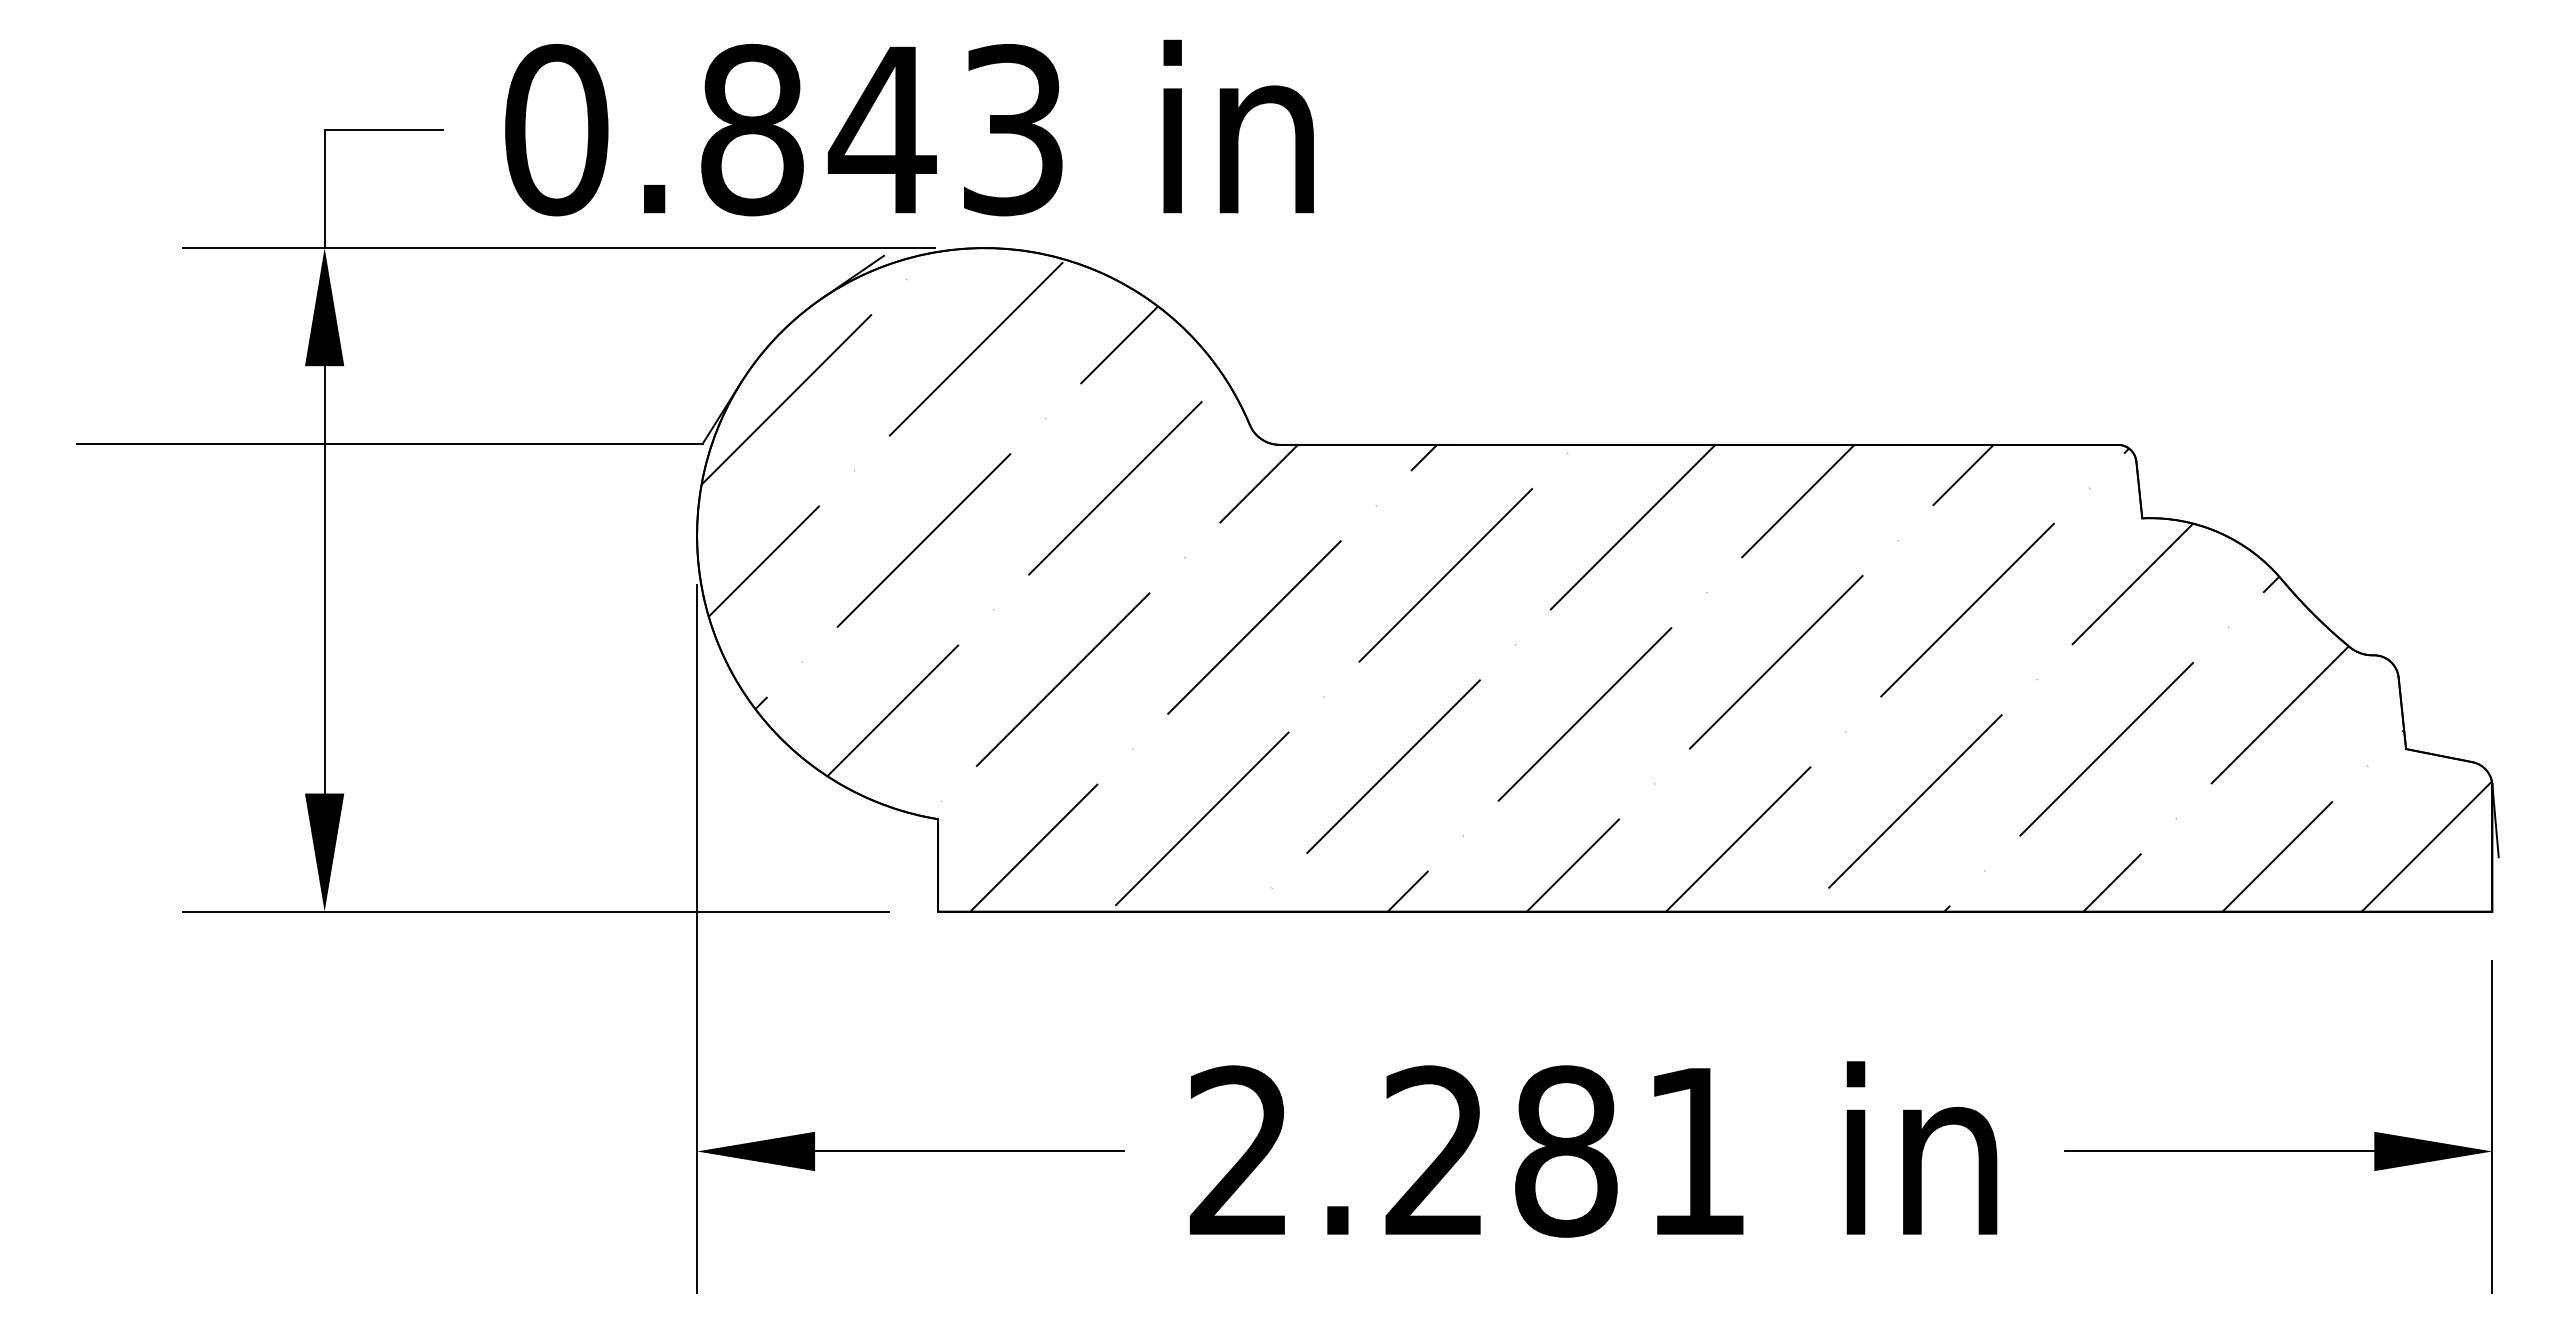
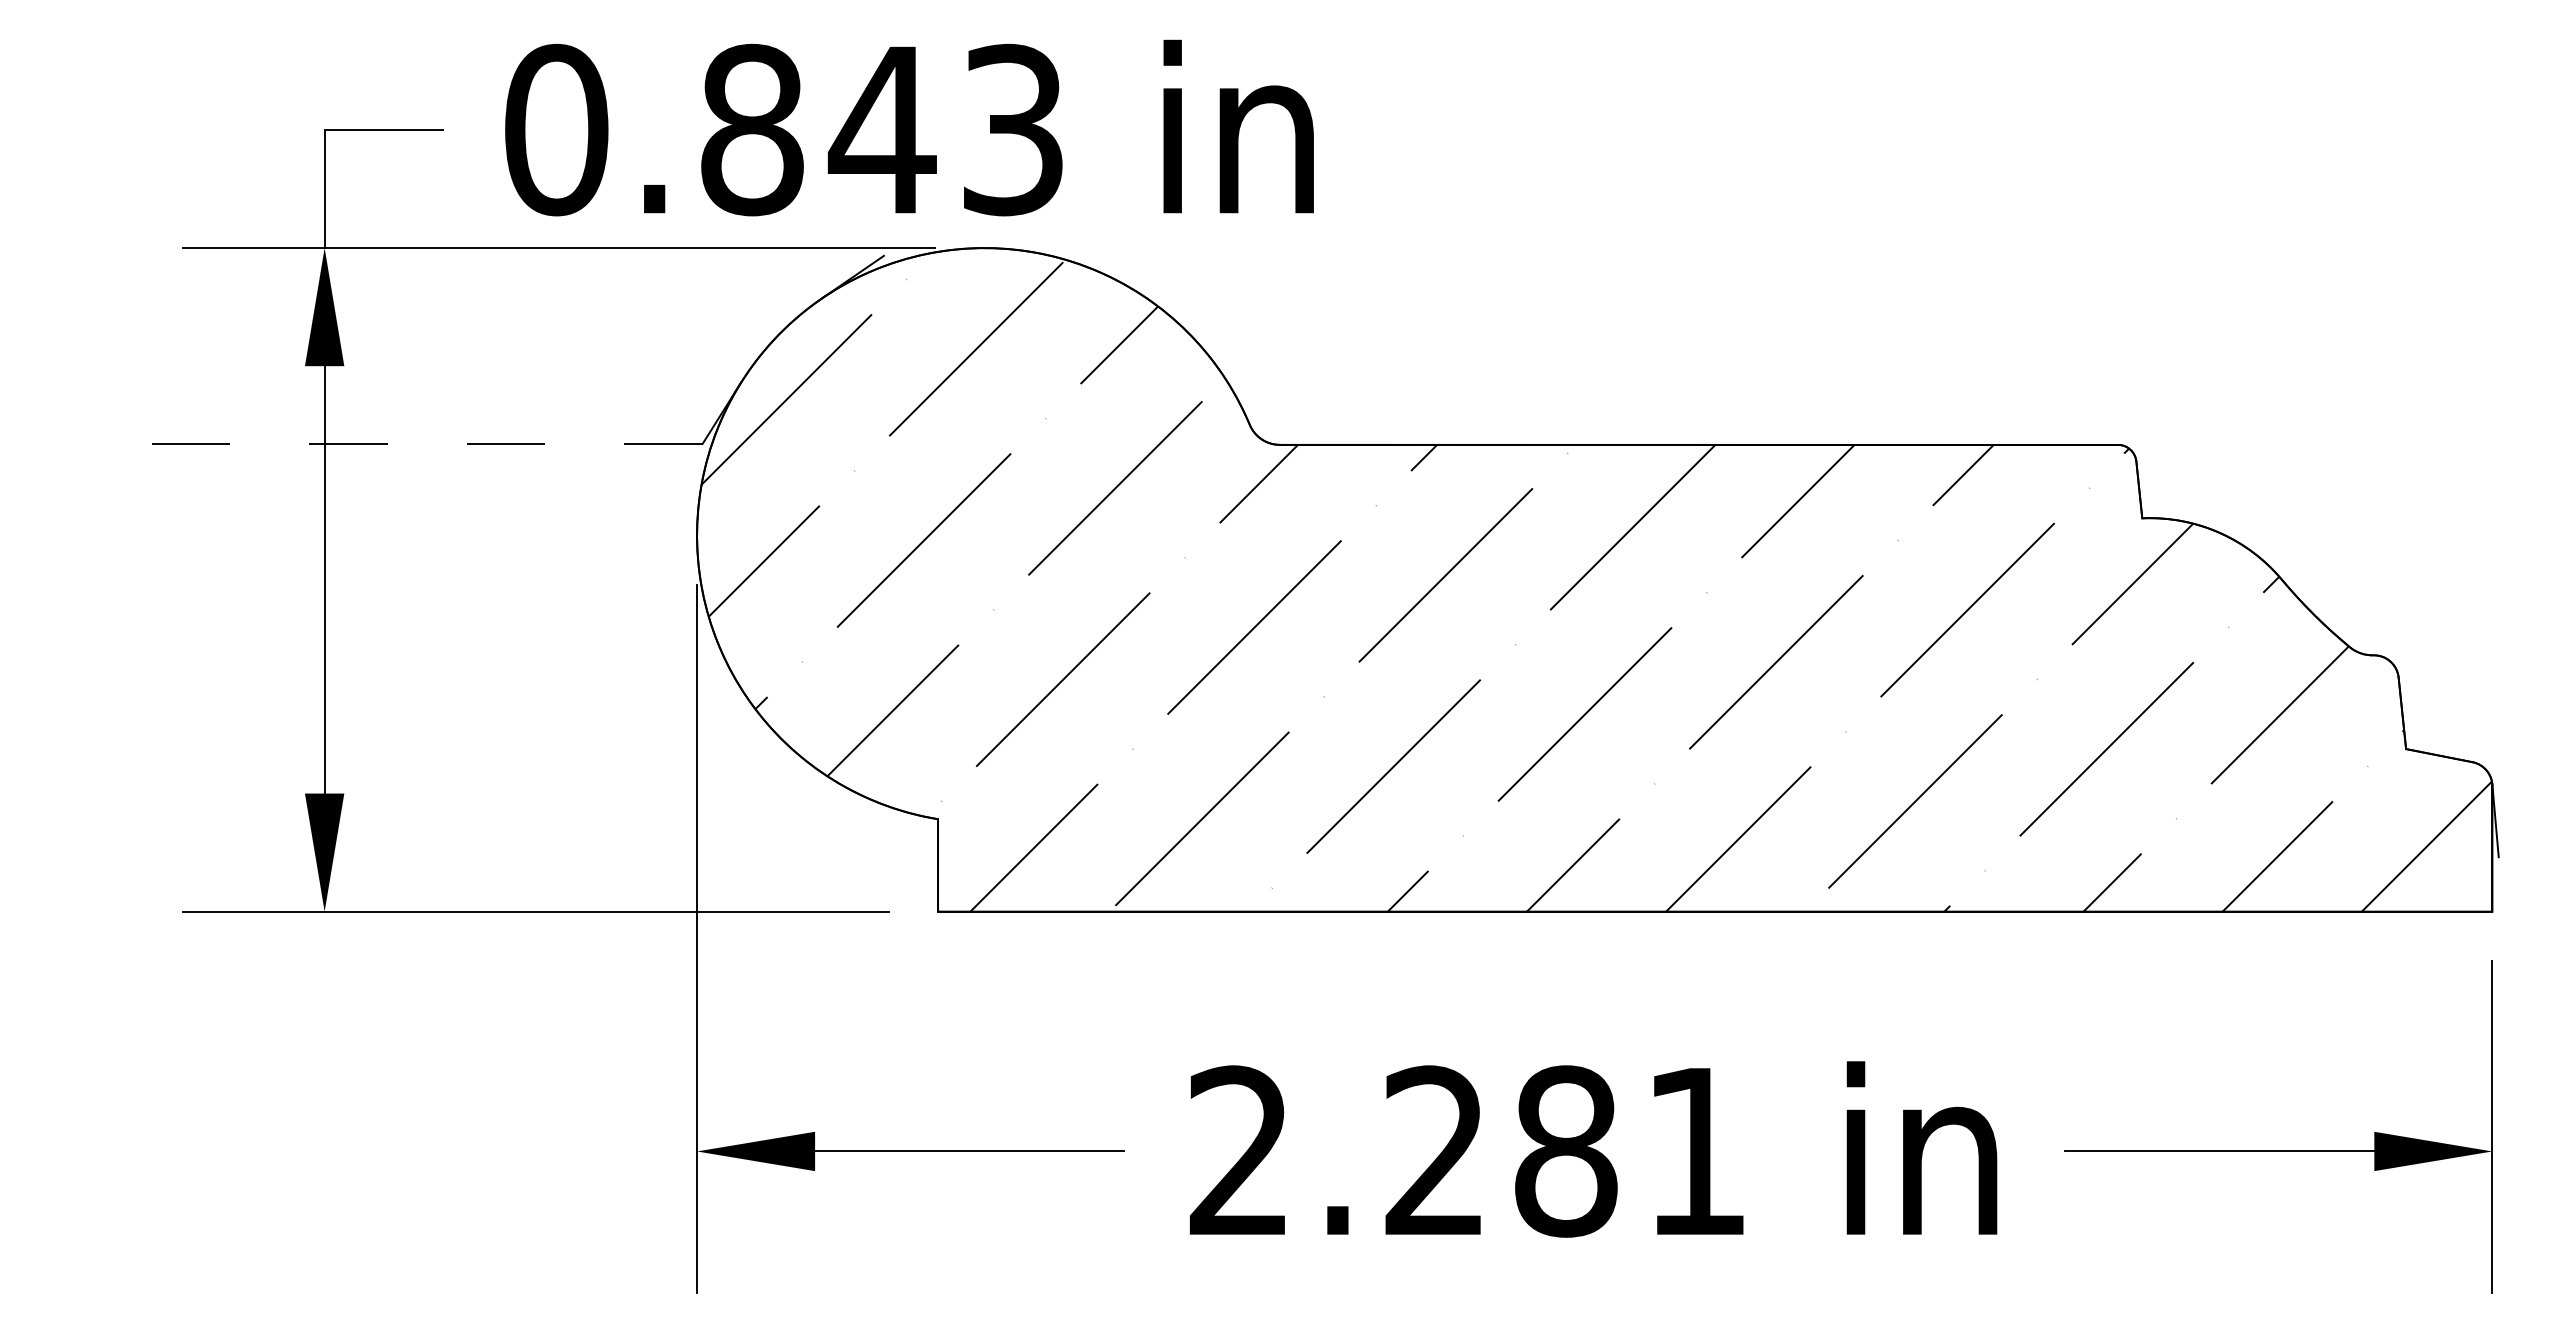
line at (389, 443): solid -> dashed
